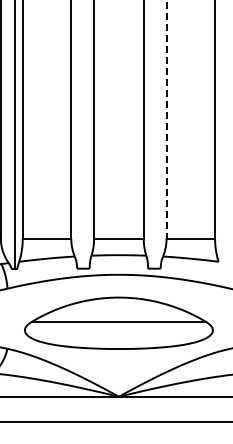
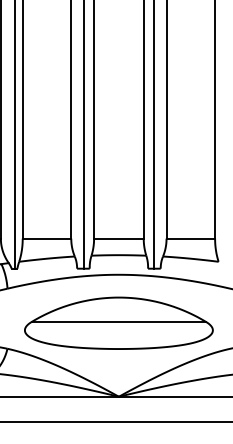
line at (166, 119): dashed -> solid
line at (83, 135): none -> present
line at (153, 135): none -> present
